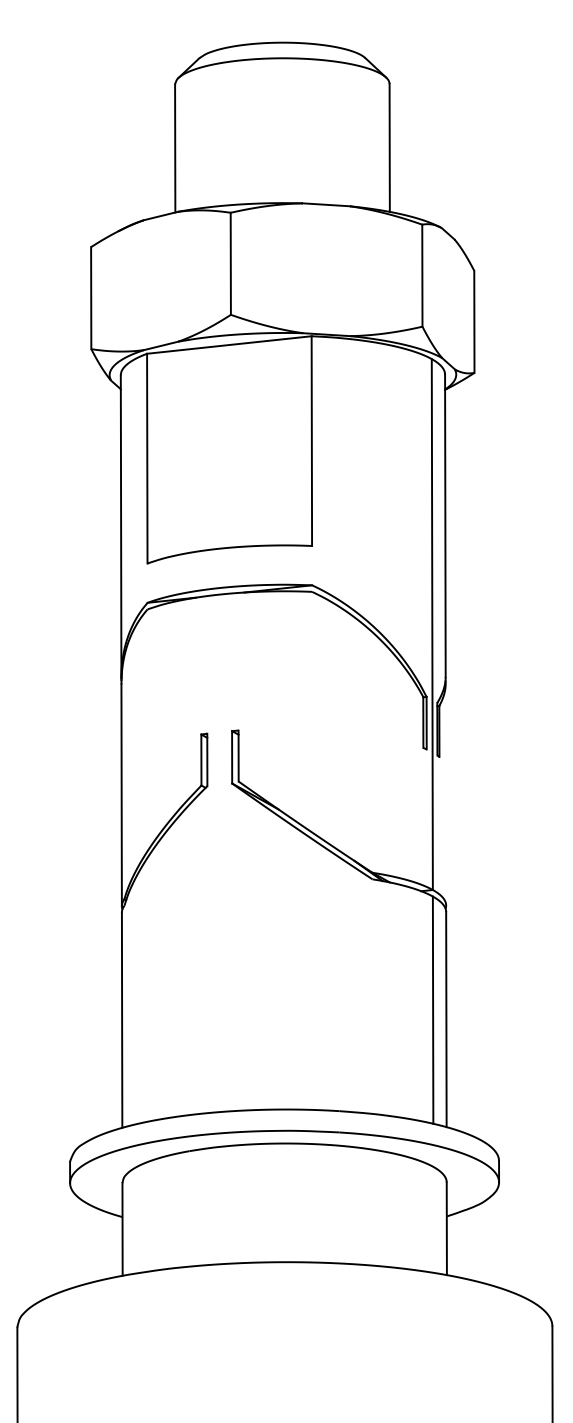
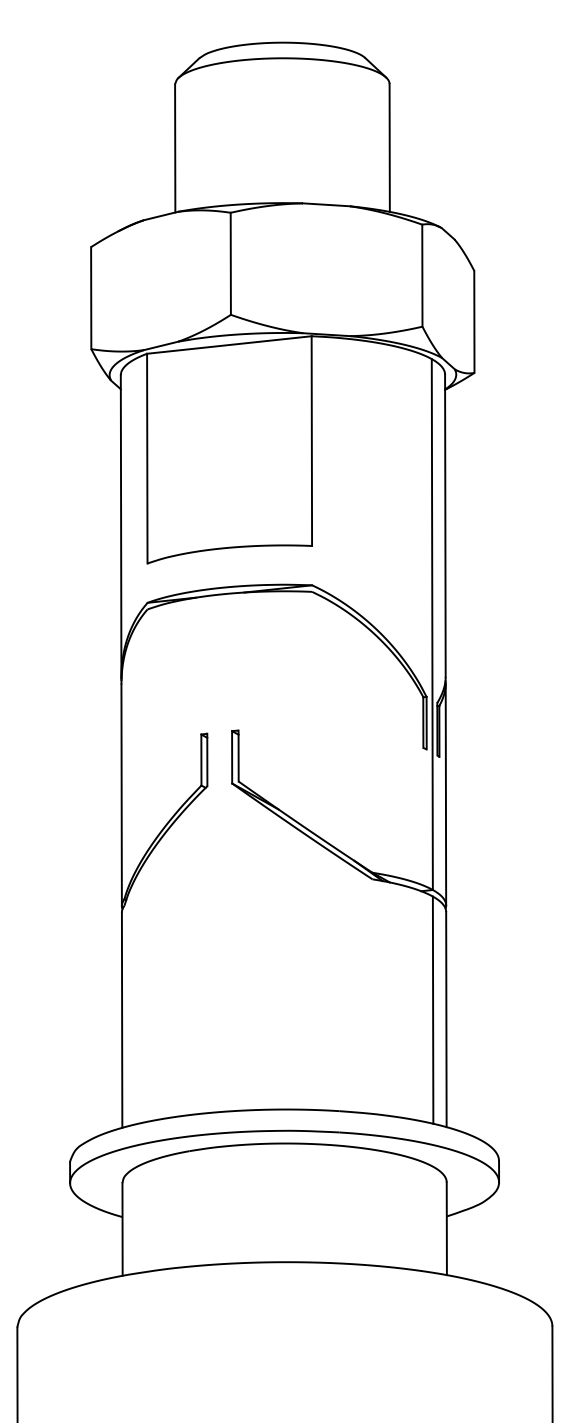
line at (445, 794): none -> present
